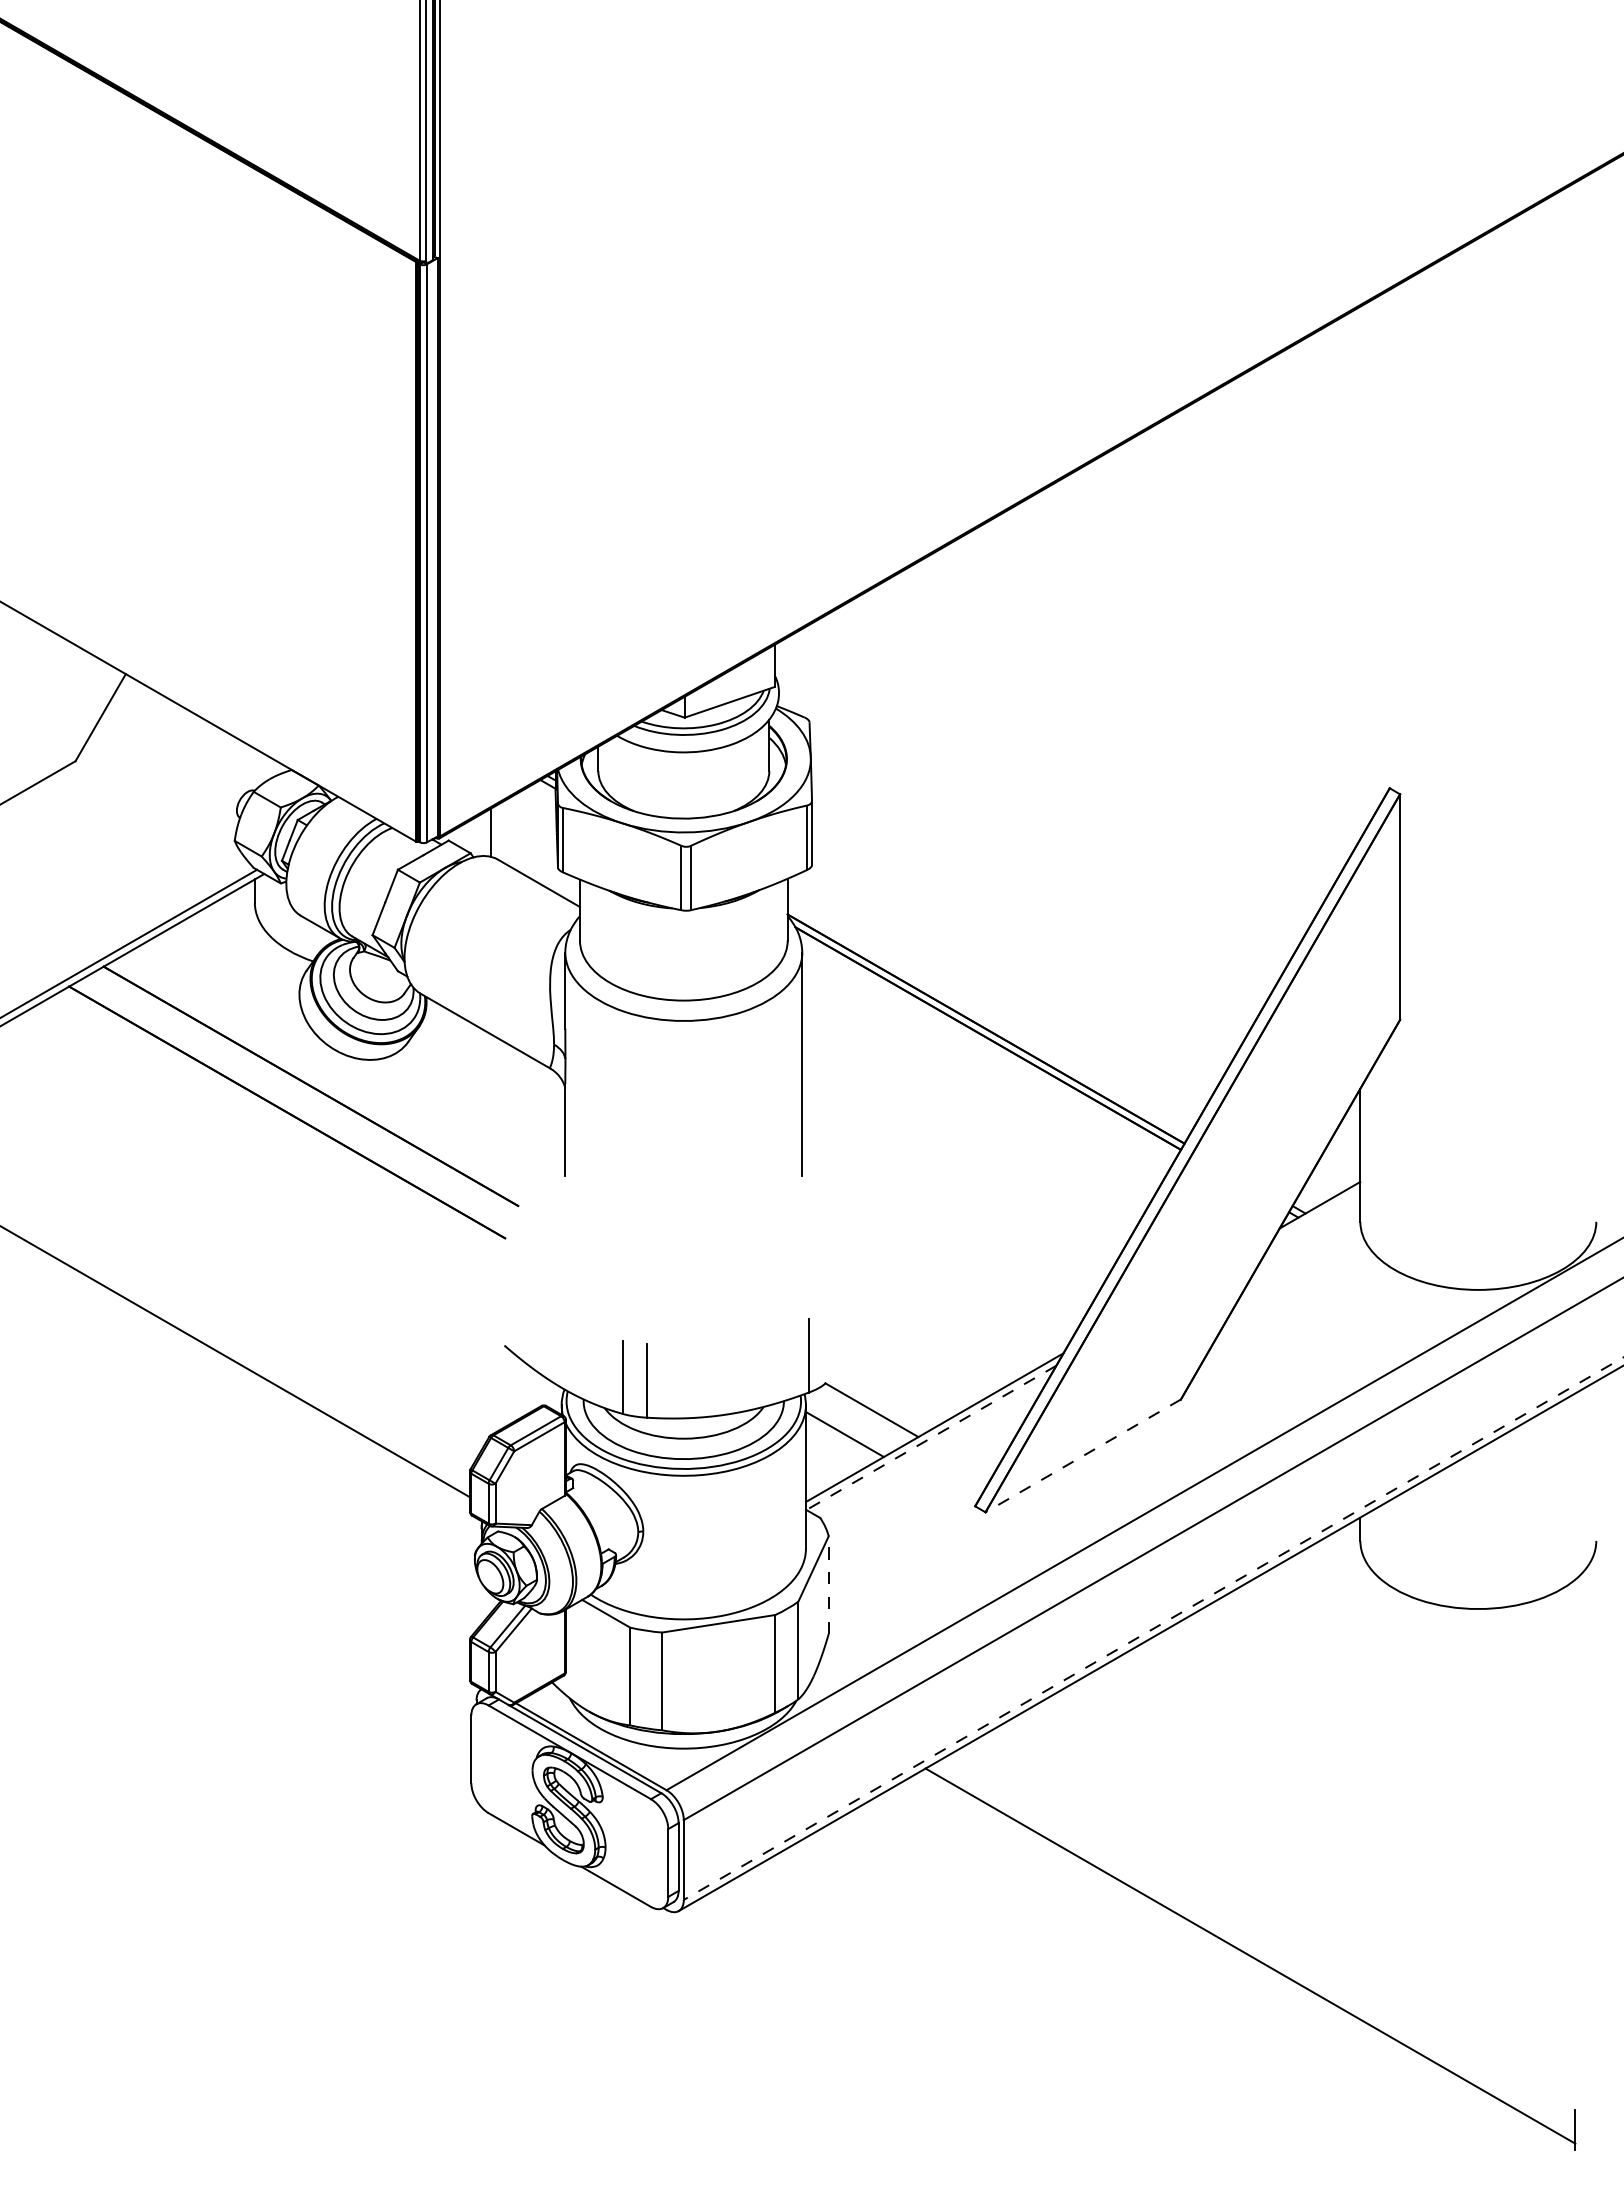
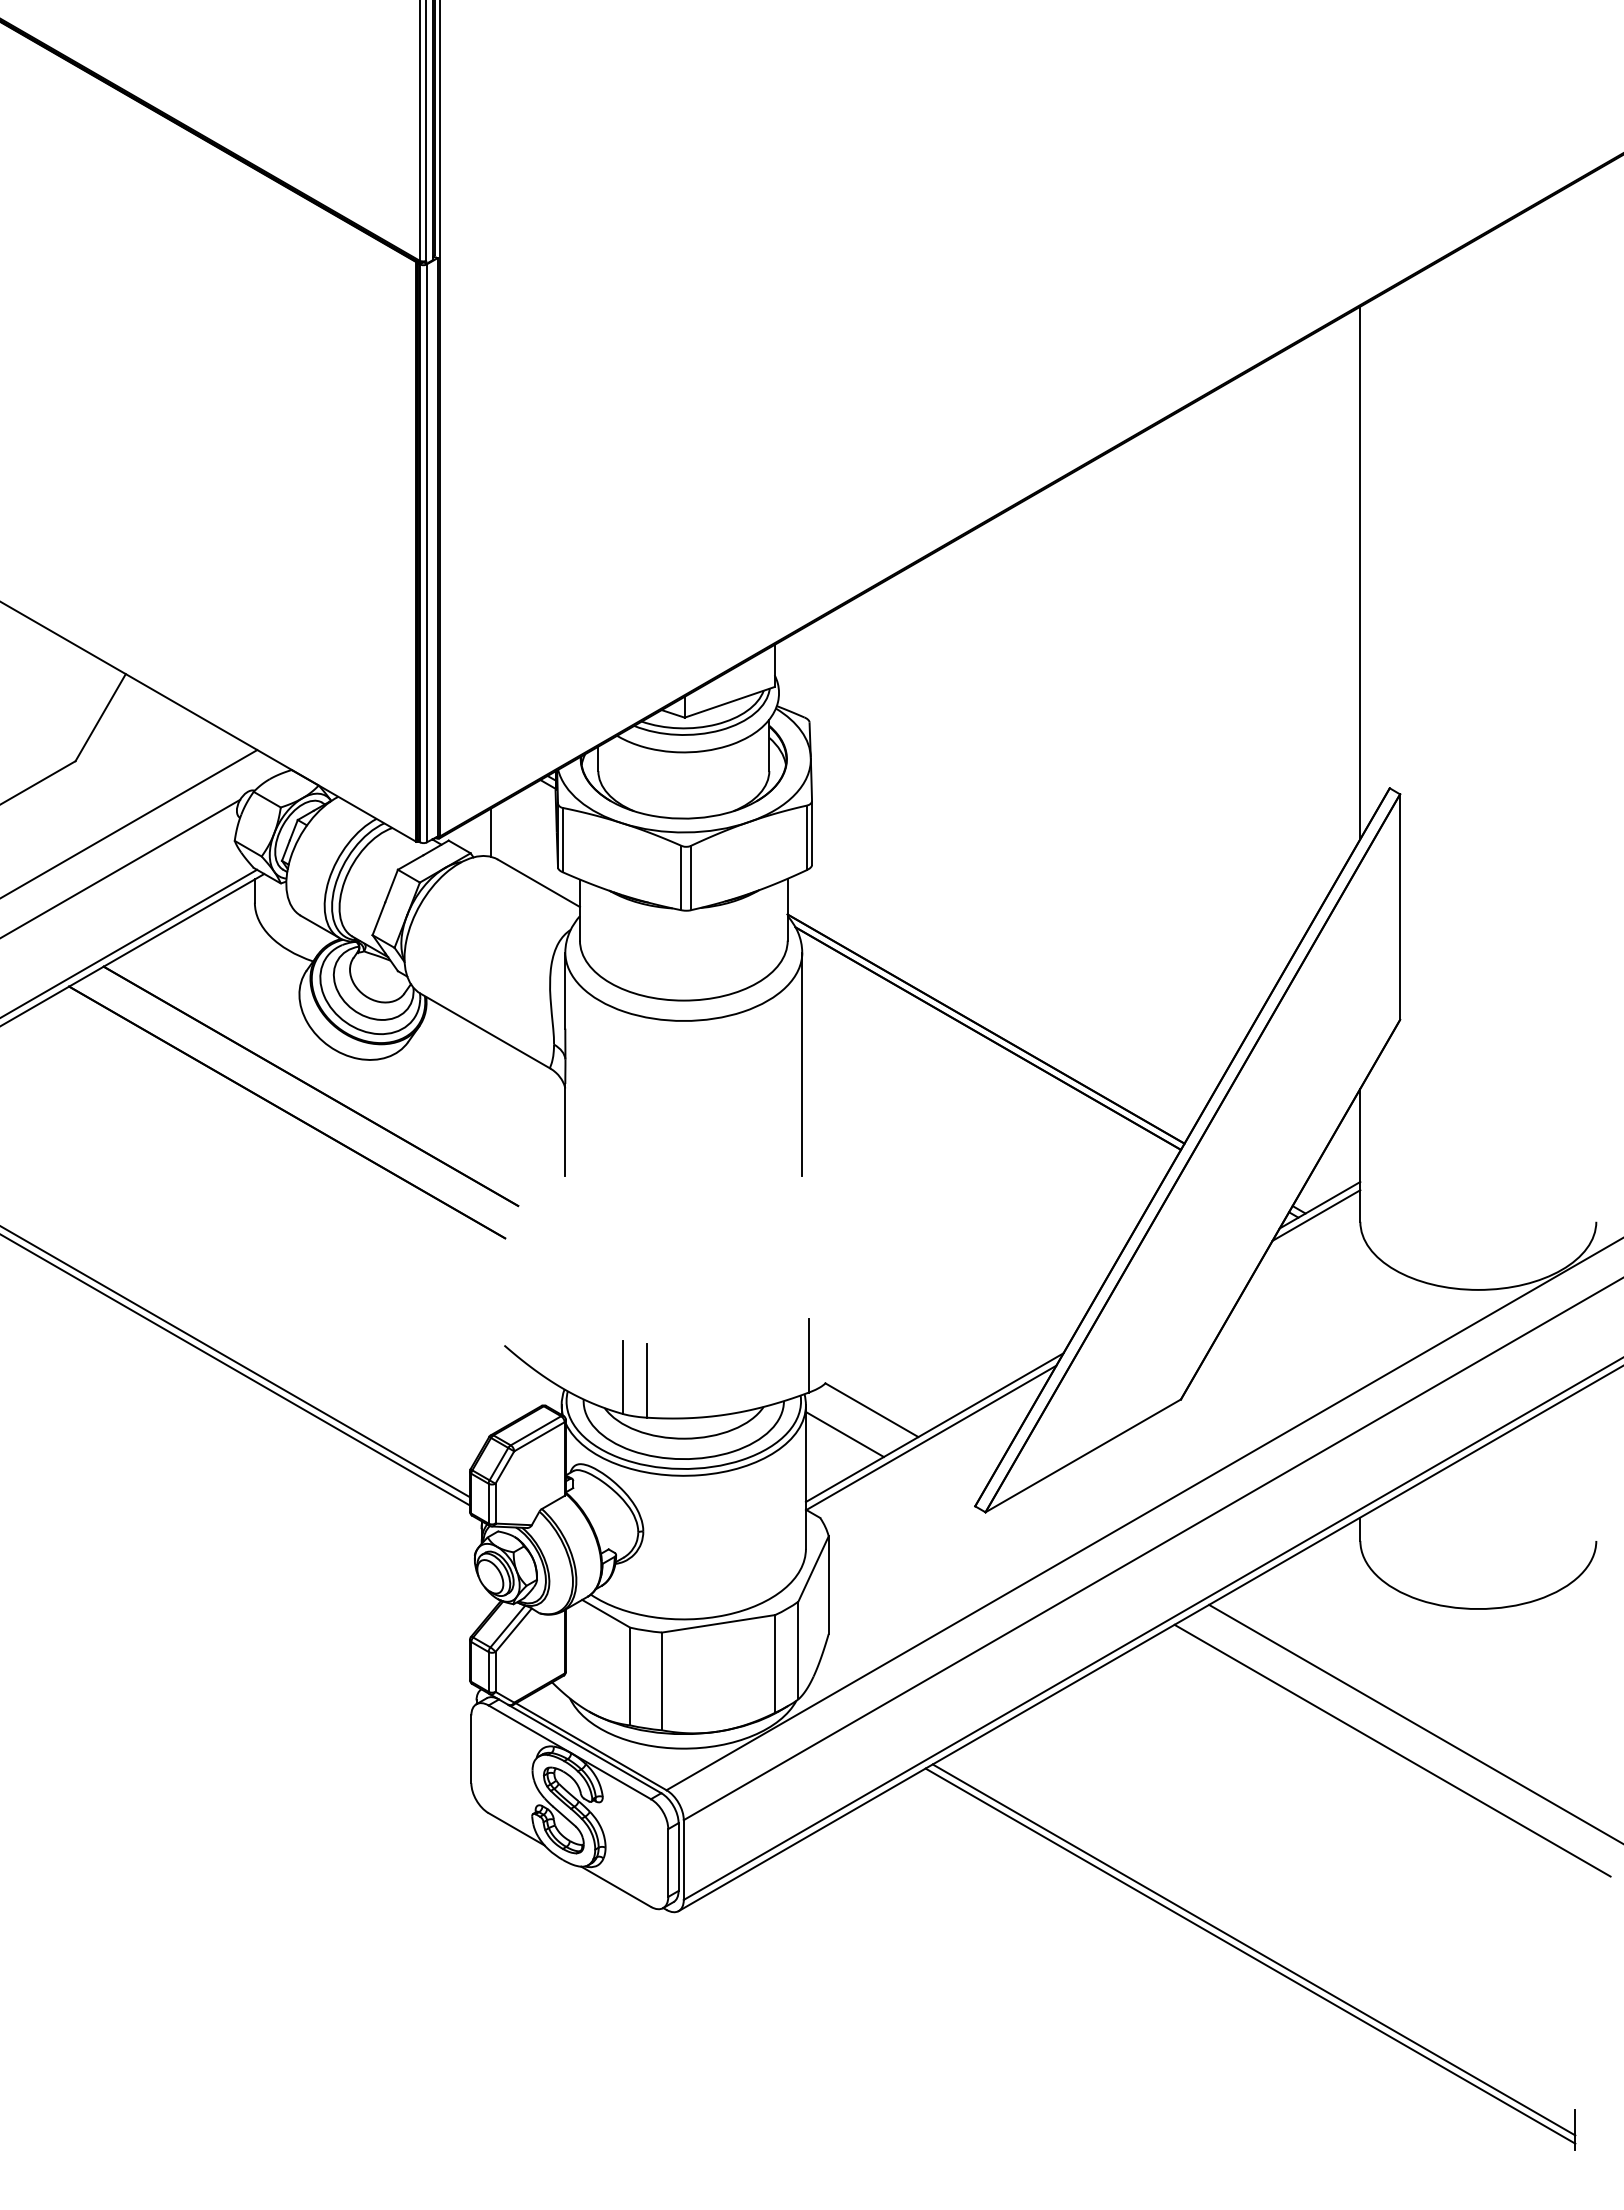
line at (1360, 572): none -> present
line at (129, 823): none -> present
line at (121, 867): none -> present
line at (1316, 1215): none -> present
line at (235, 1370): none -> present
line at (930, 1438): dashed -> solid
line at (1083, 1455): dashed -> solid
line at (828, 1585): dashed -> solid
line at (1153, 1628): dashed -> solid
line at (1414, 1723): none -> present
line at (1392, 1750): none -> present
line at (1253, 1949): none -> present
